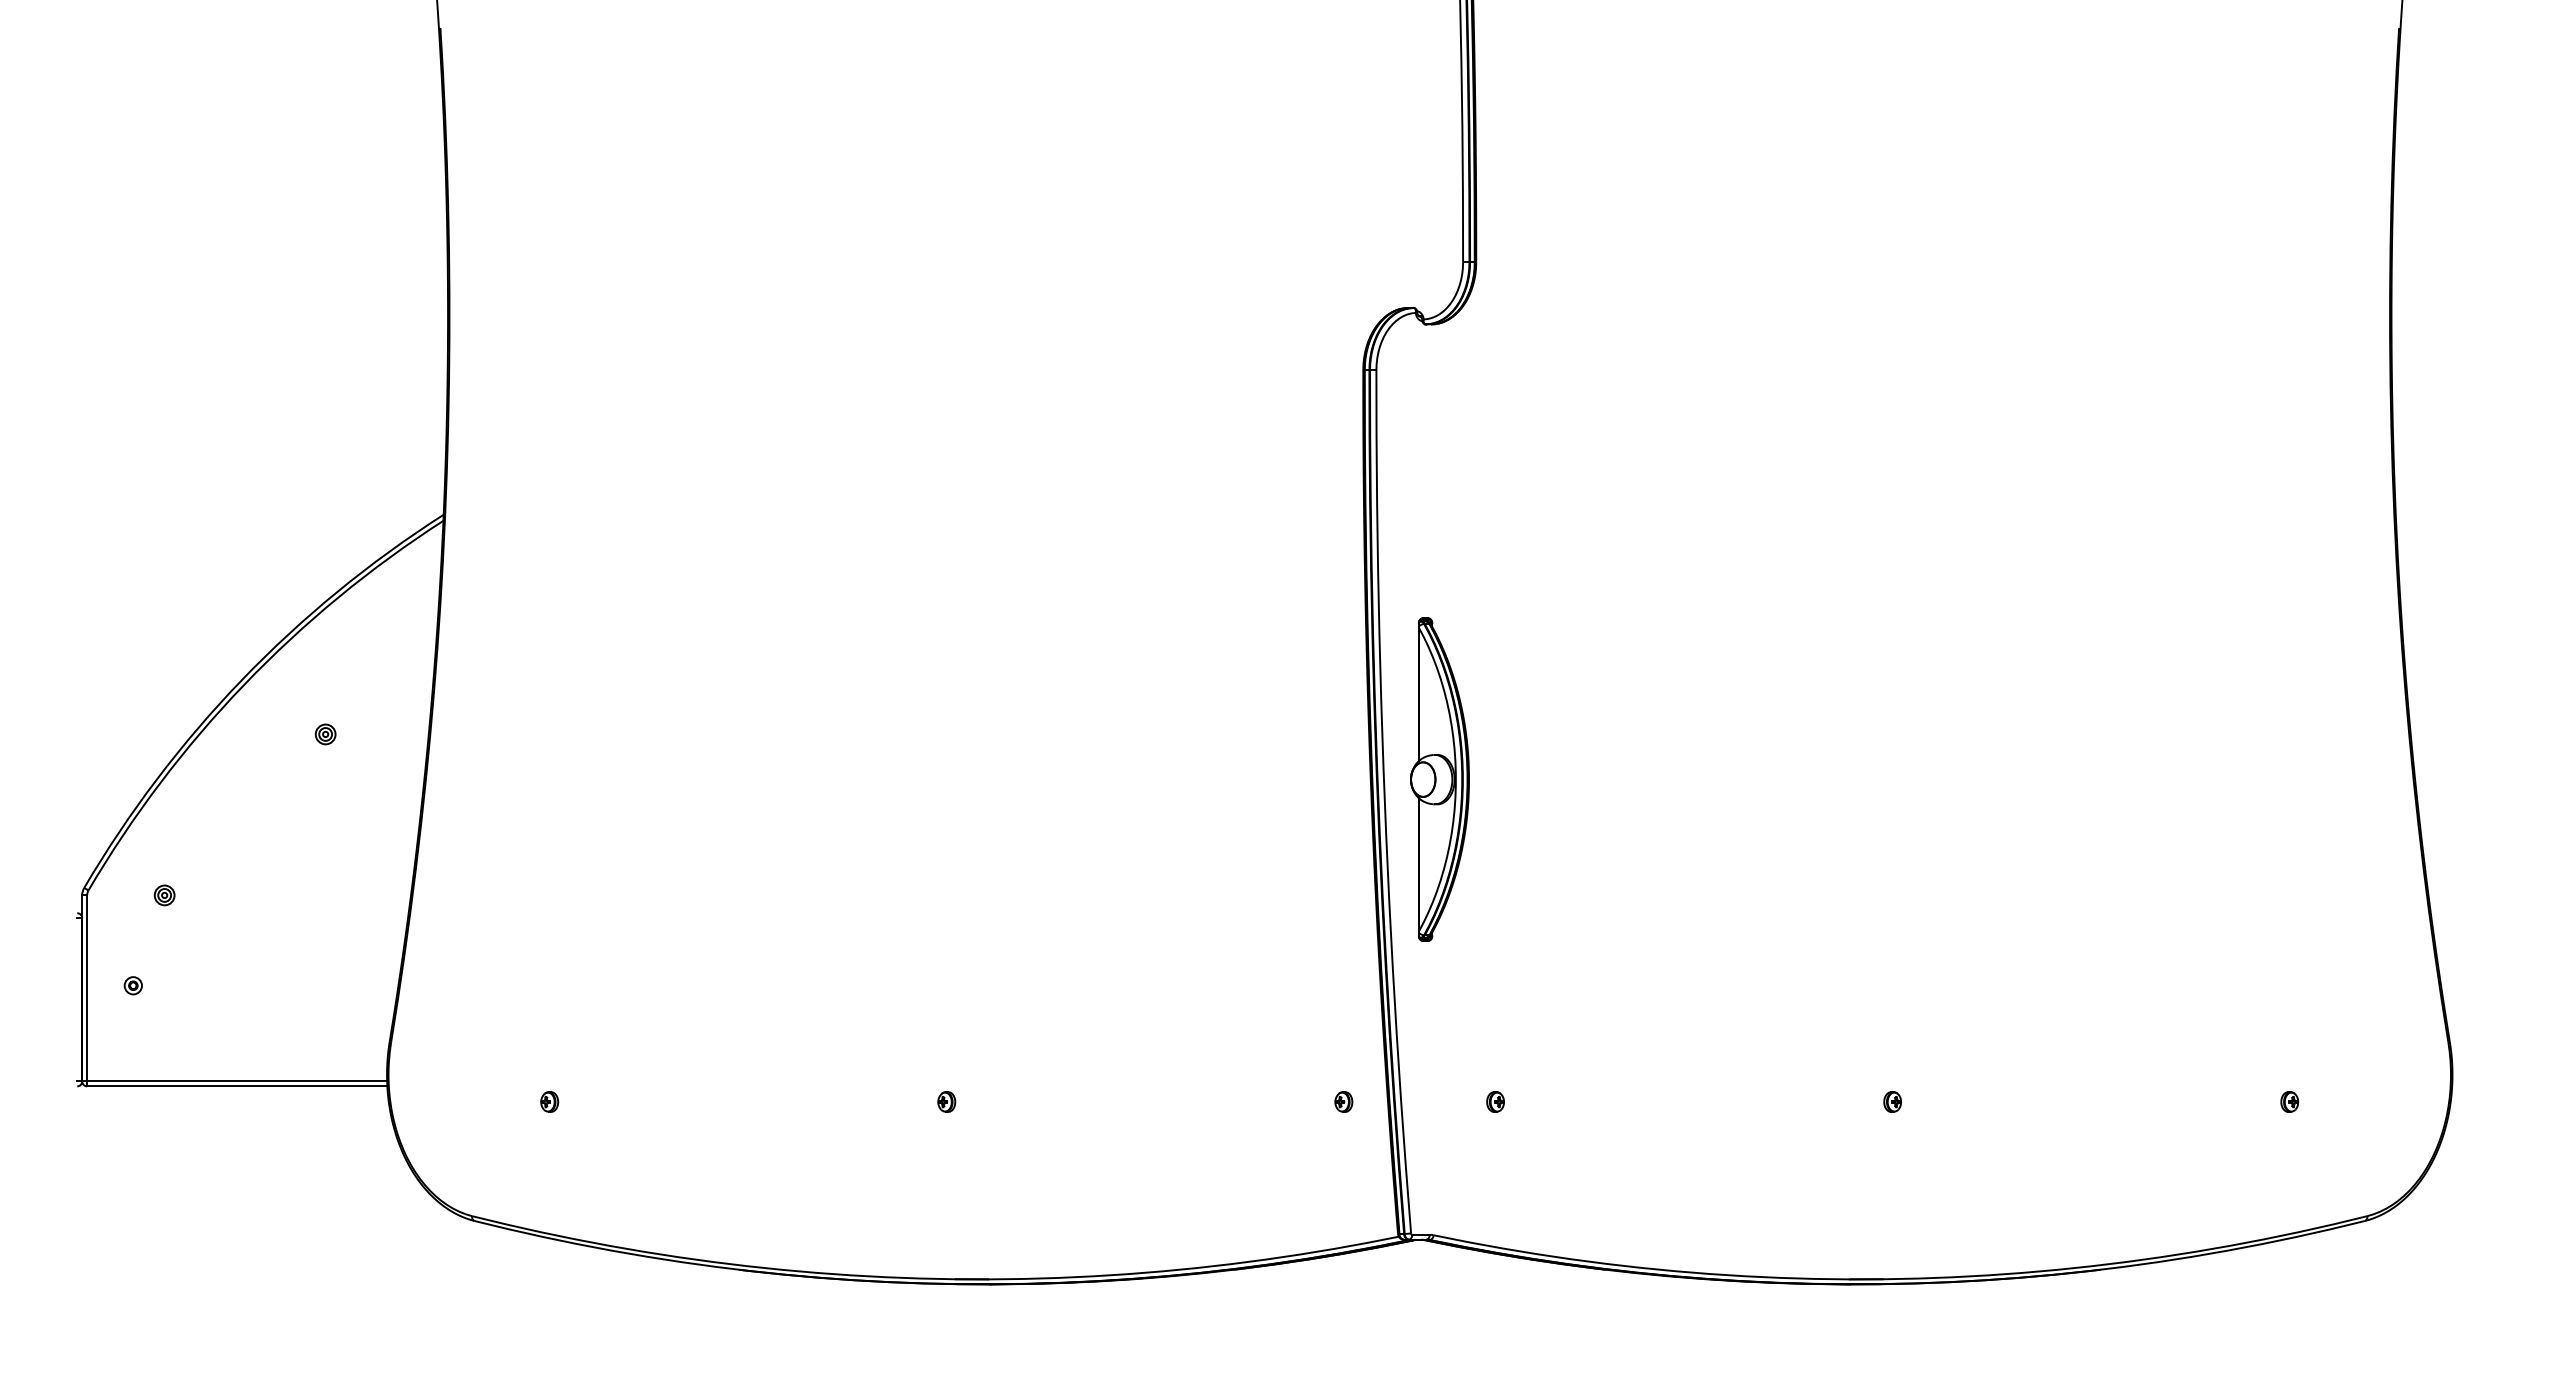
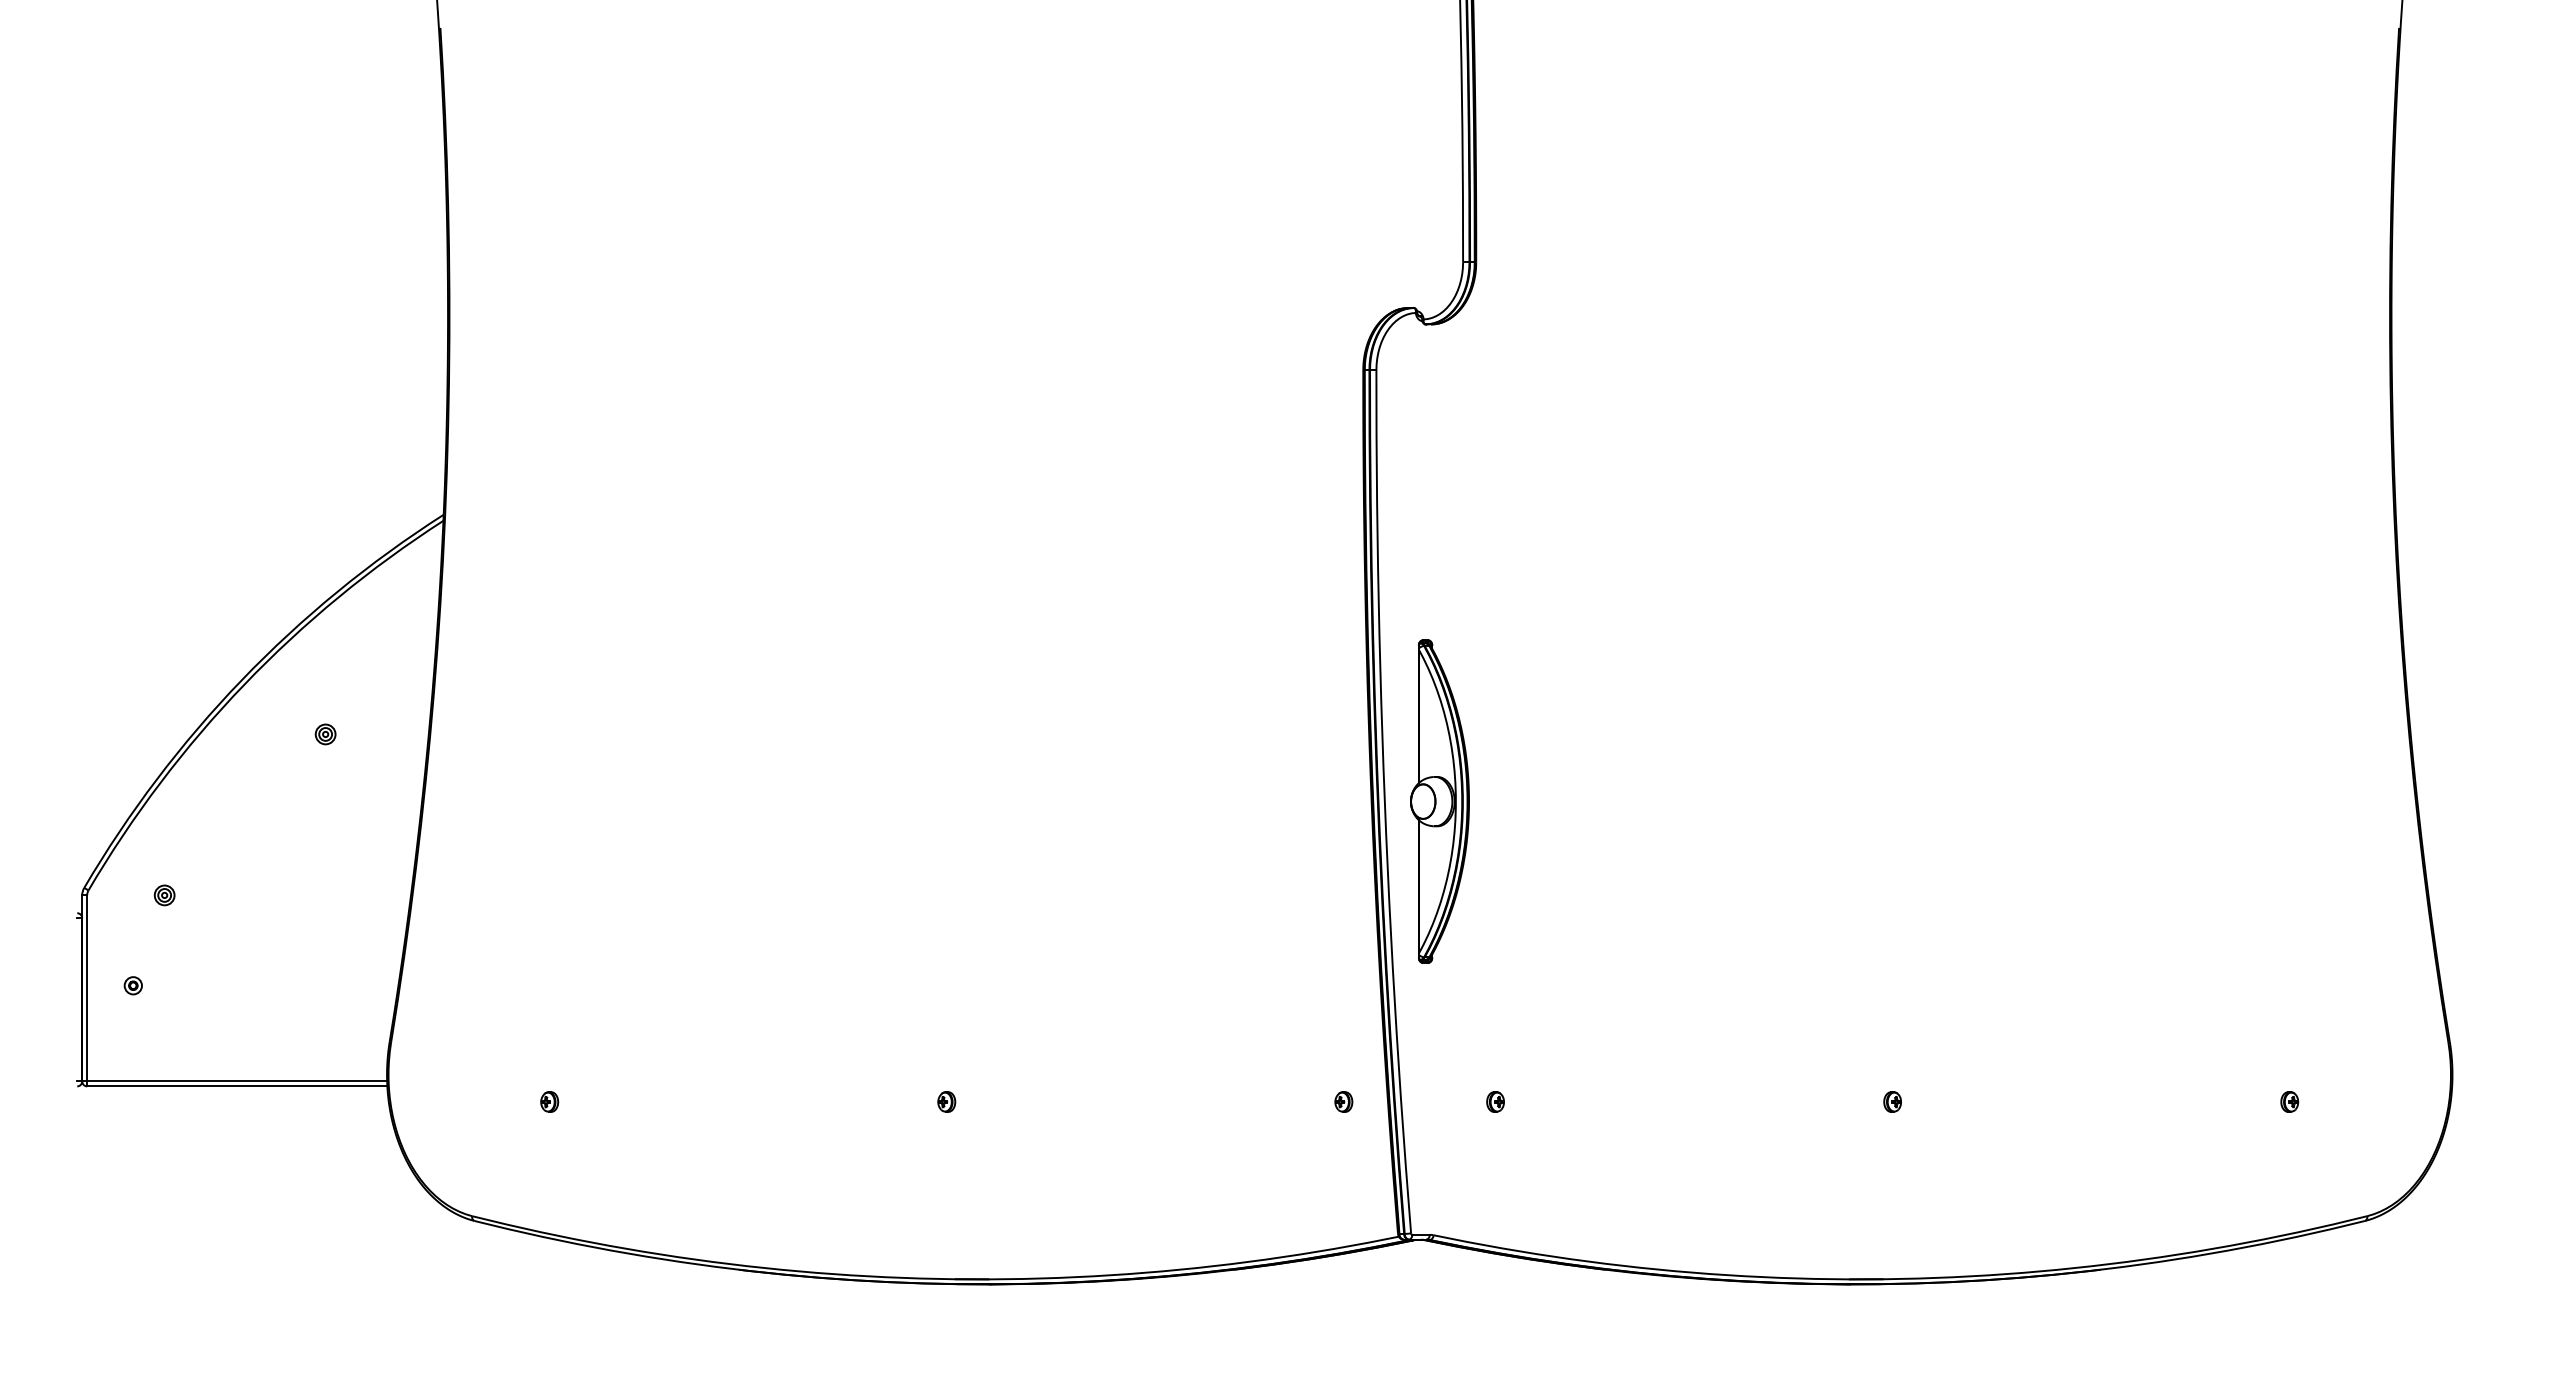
part at (1439, 779) position: (1439, 779) -> (1439, 801)
